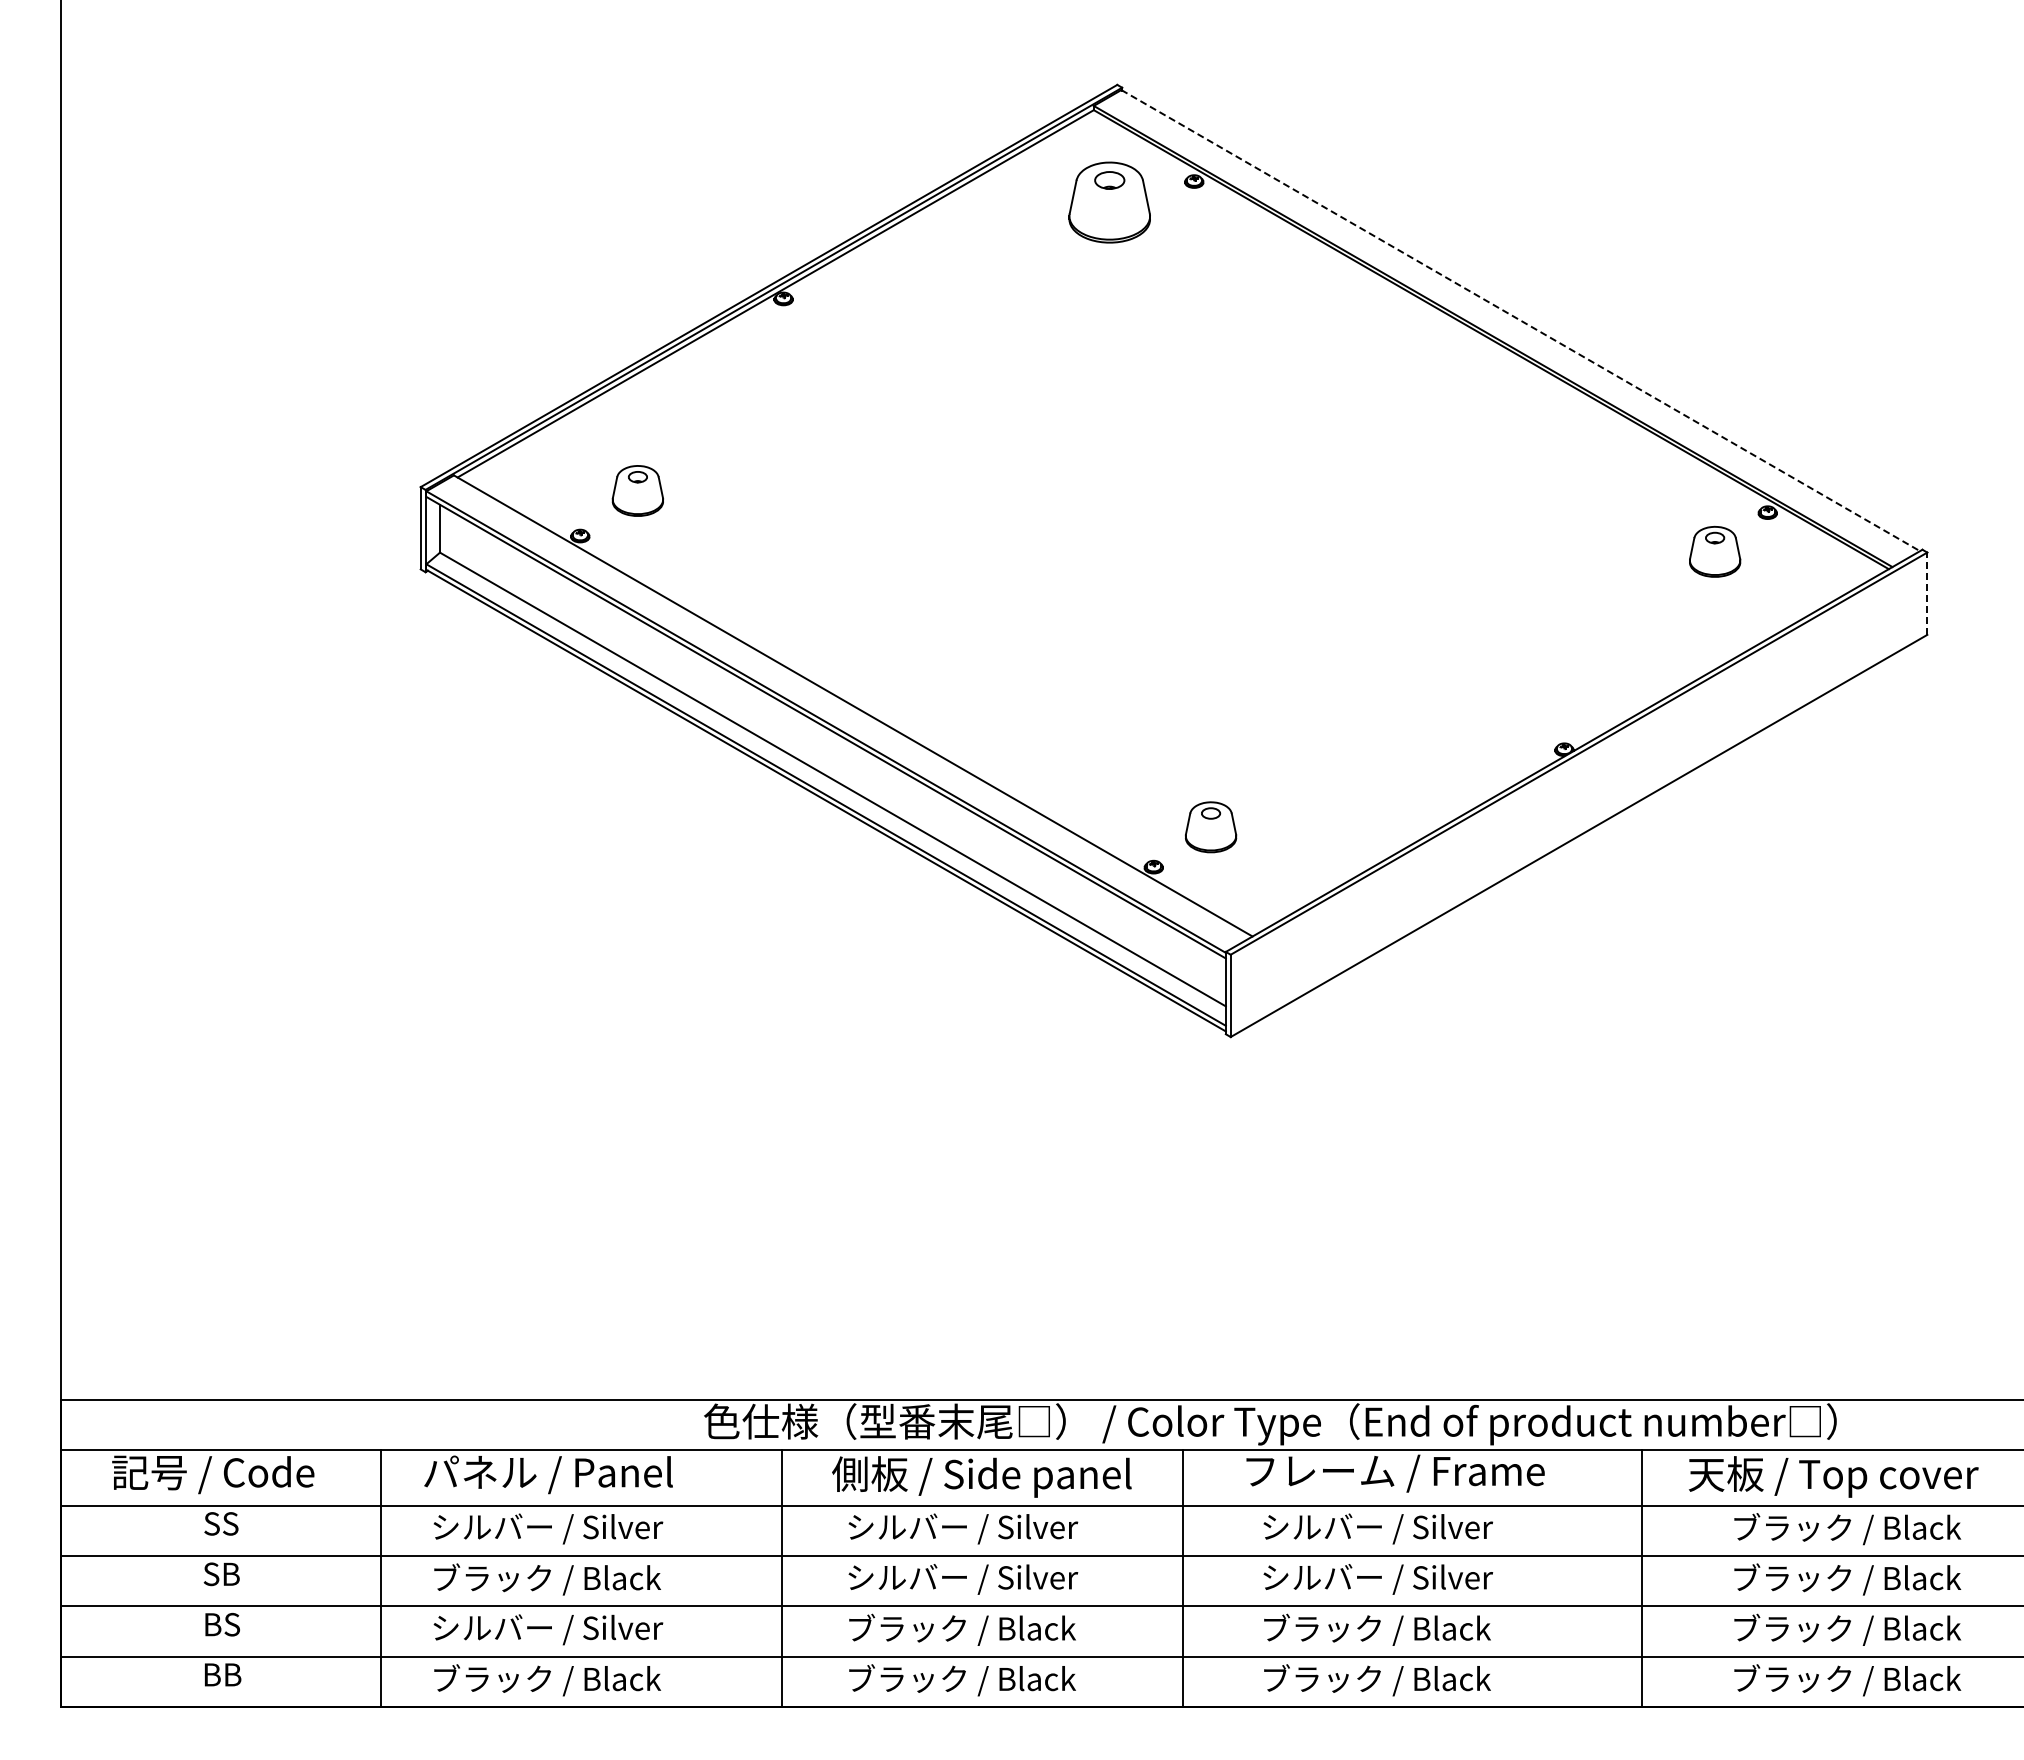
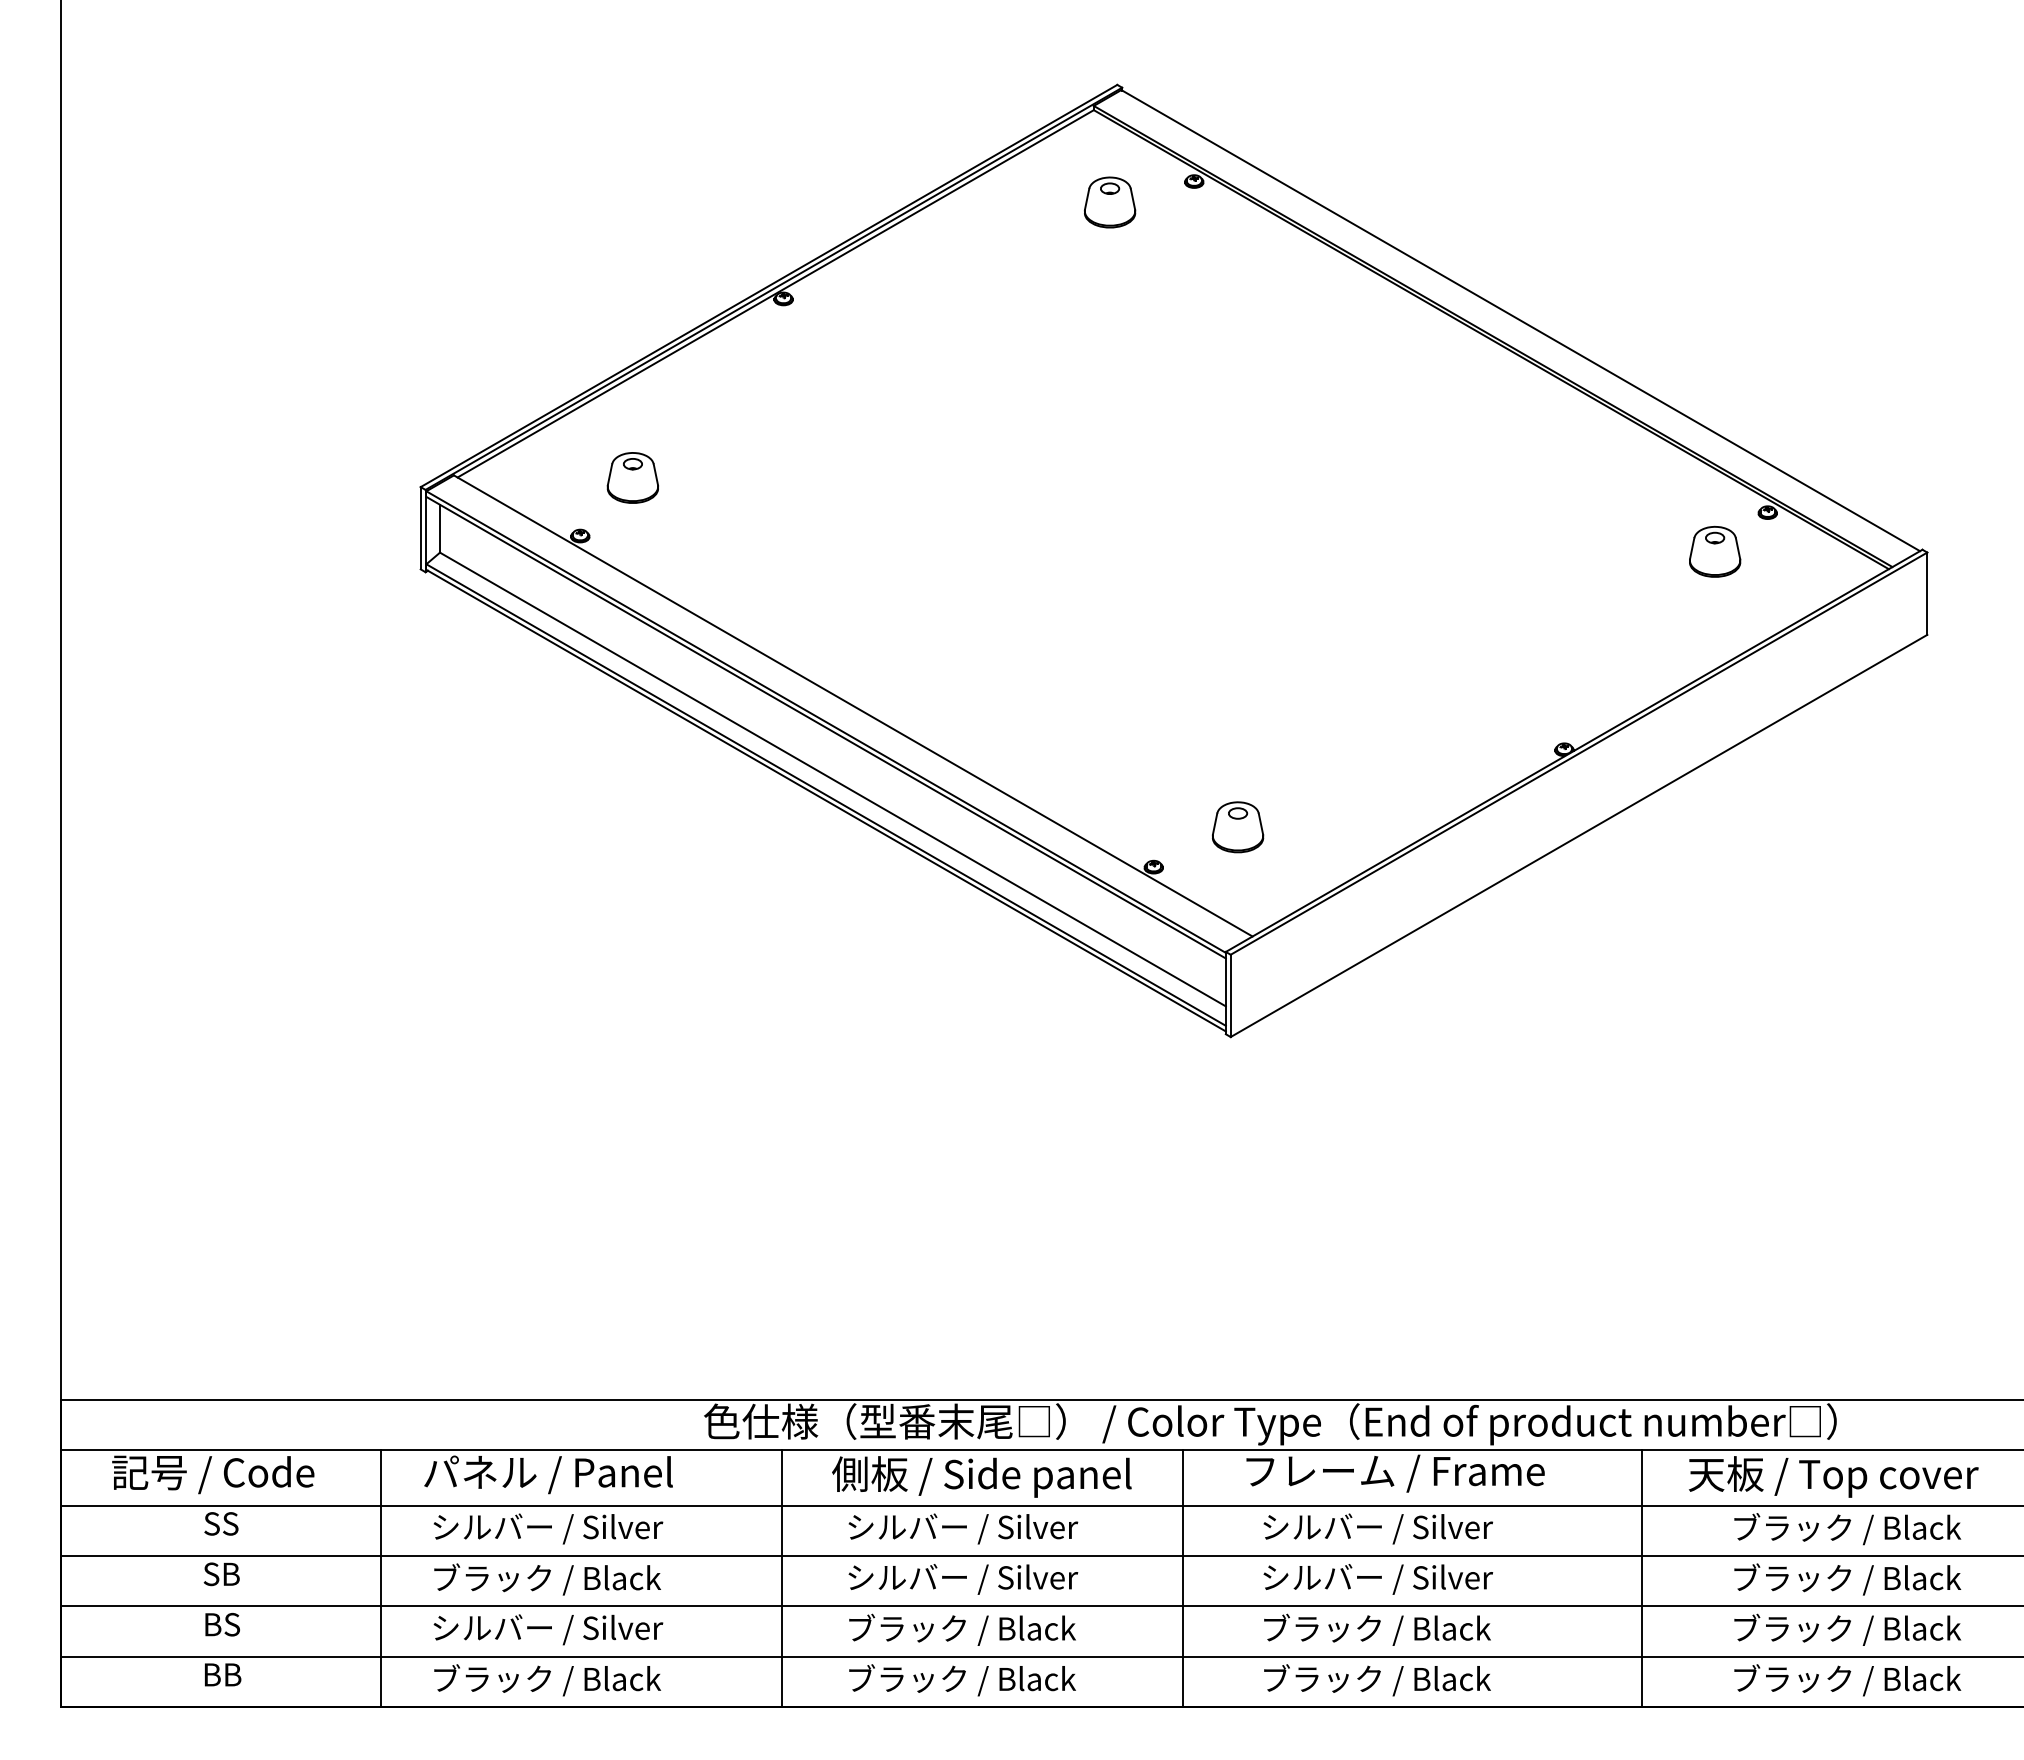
part at (1109, 202) size: 83x83 px -> 53x53 px
line at (1521, 320): dashed -> solid
part at (637, 490) position: (637, 490) -> (632, 477)
line at (1927, 593): dashed -> solid
part at (1211, 827) position: (1211, 827) -> (1238, 827)
